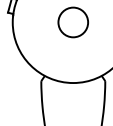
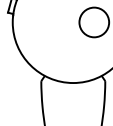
circle at (72, 22) position: (72, 22) -> (93, 22)
